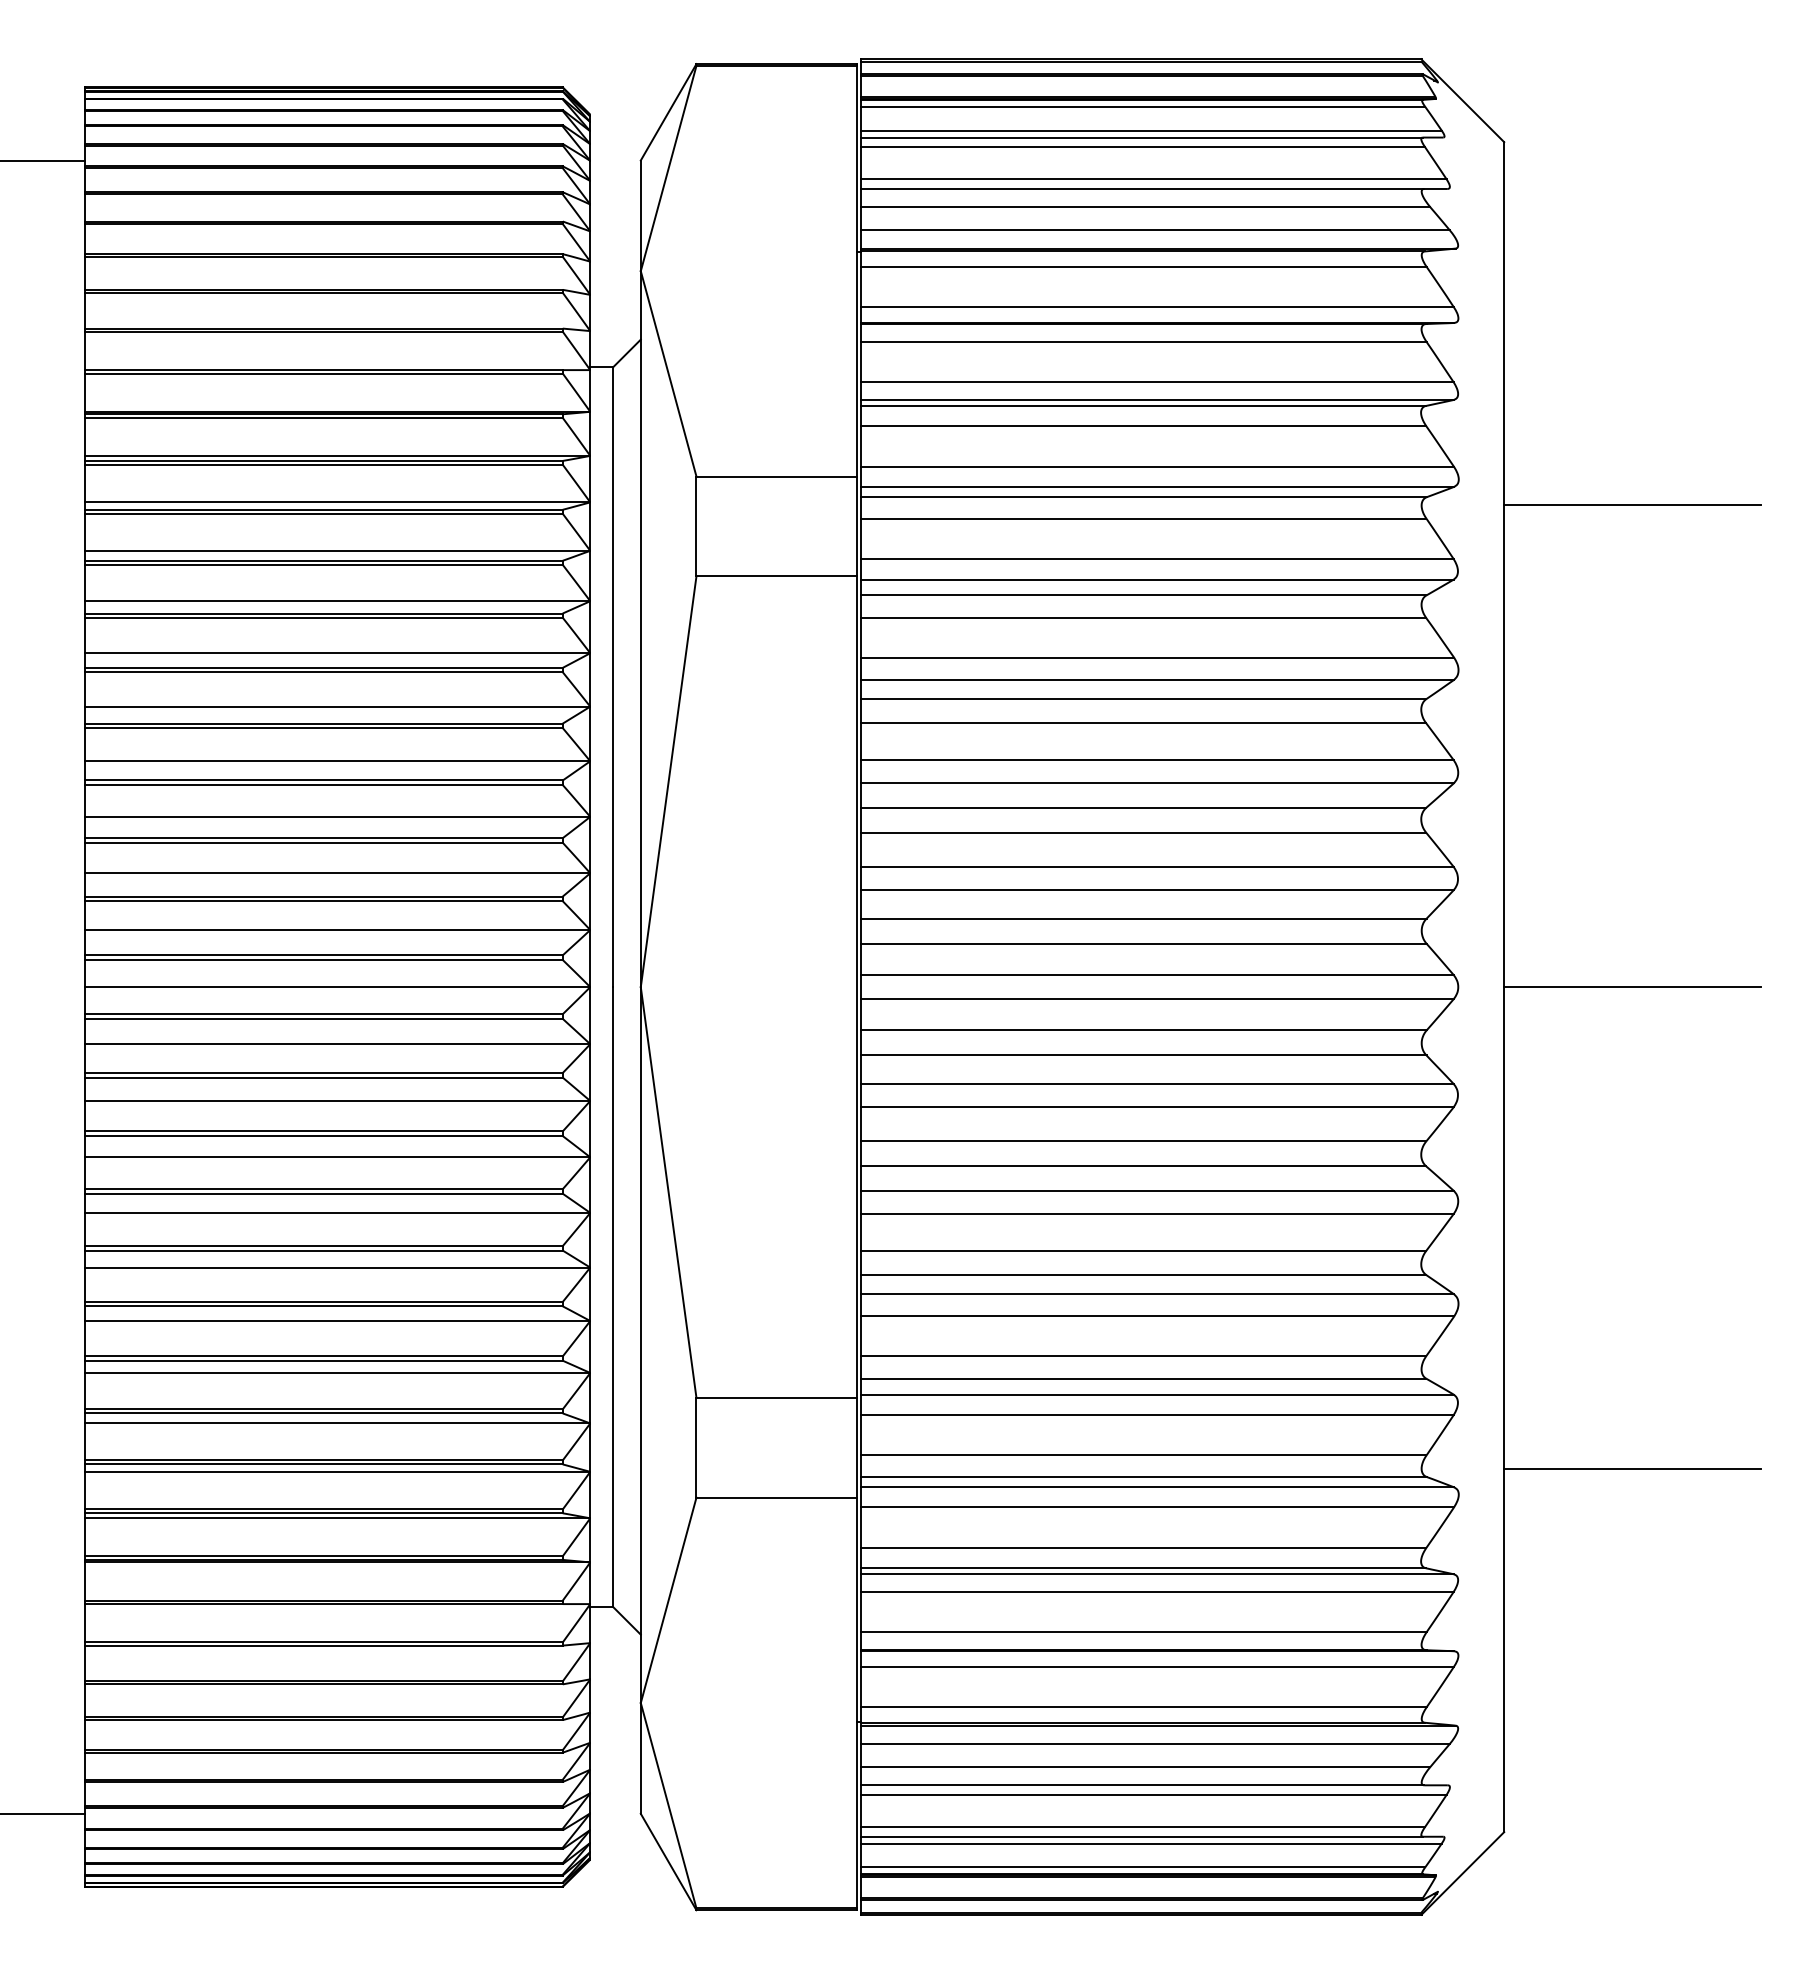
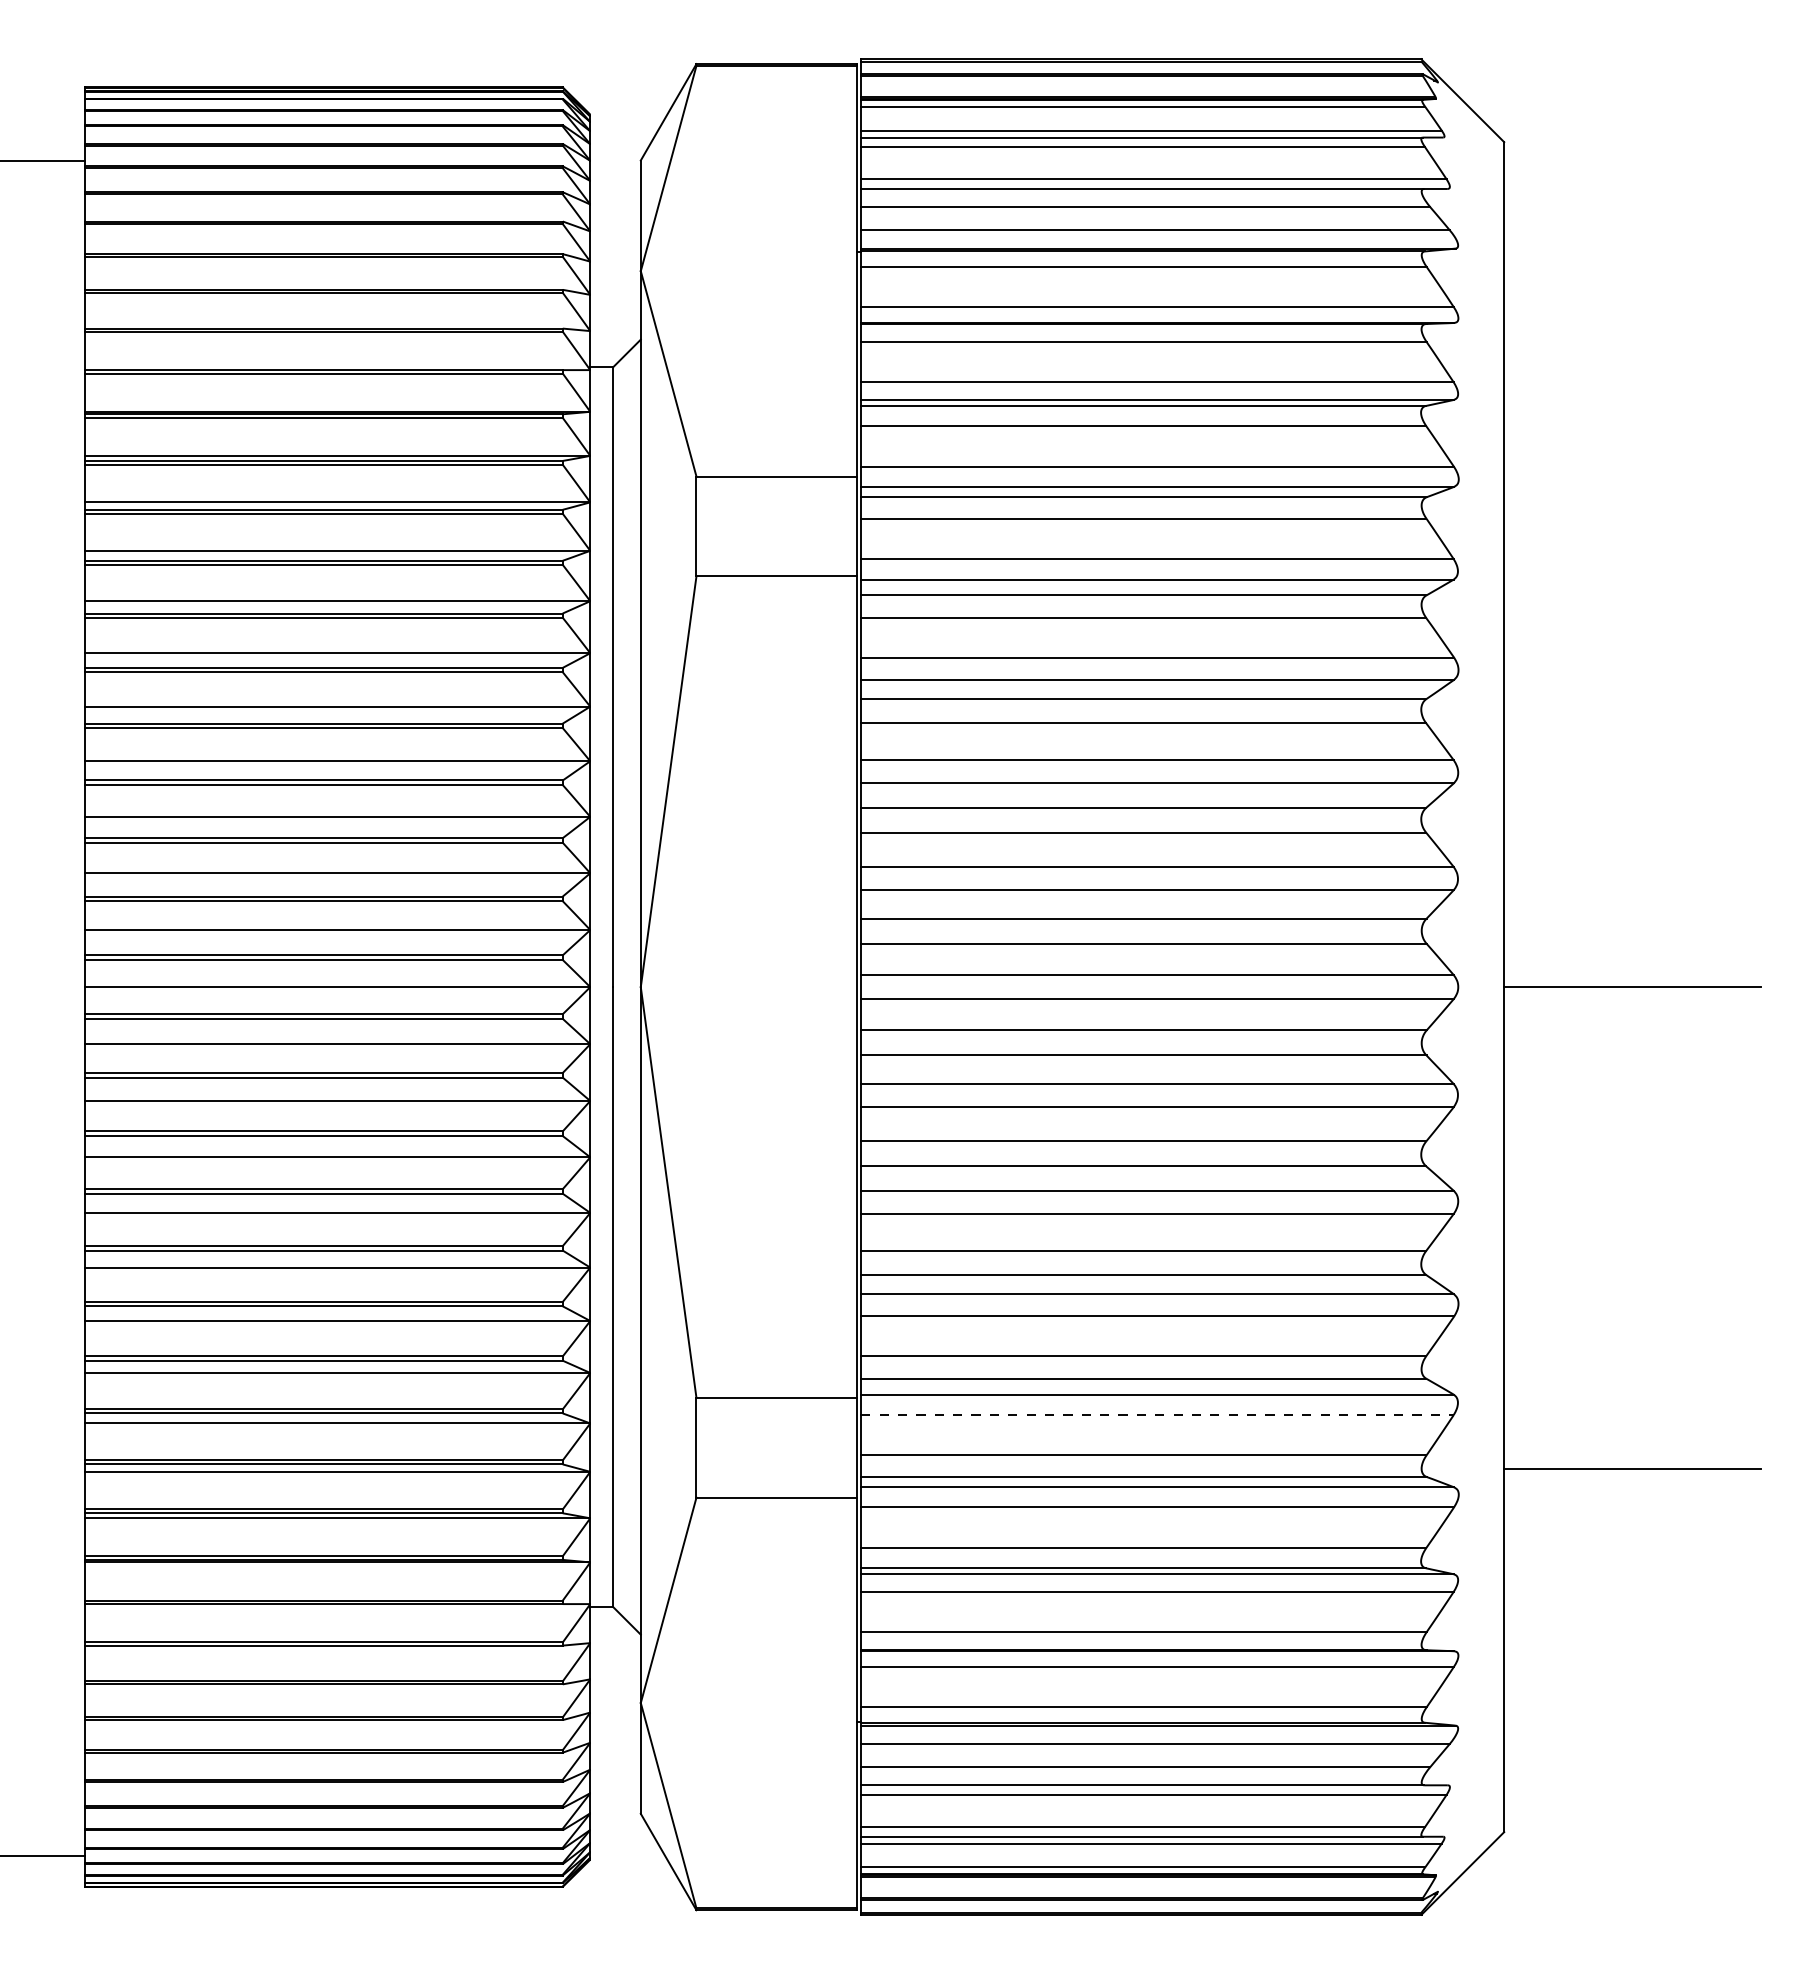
line at (1632, 504): present -> none
line at (1157, 1415): solid -> dashed
line at (43, 1813) position: (43, 1813) -> (43, 1855)
